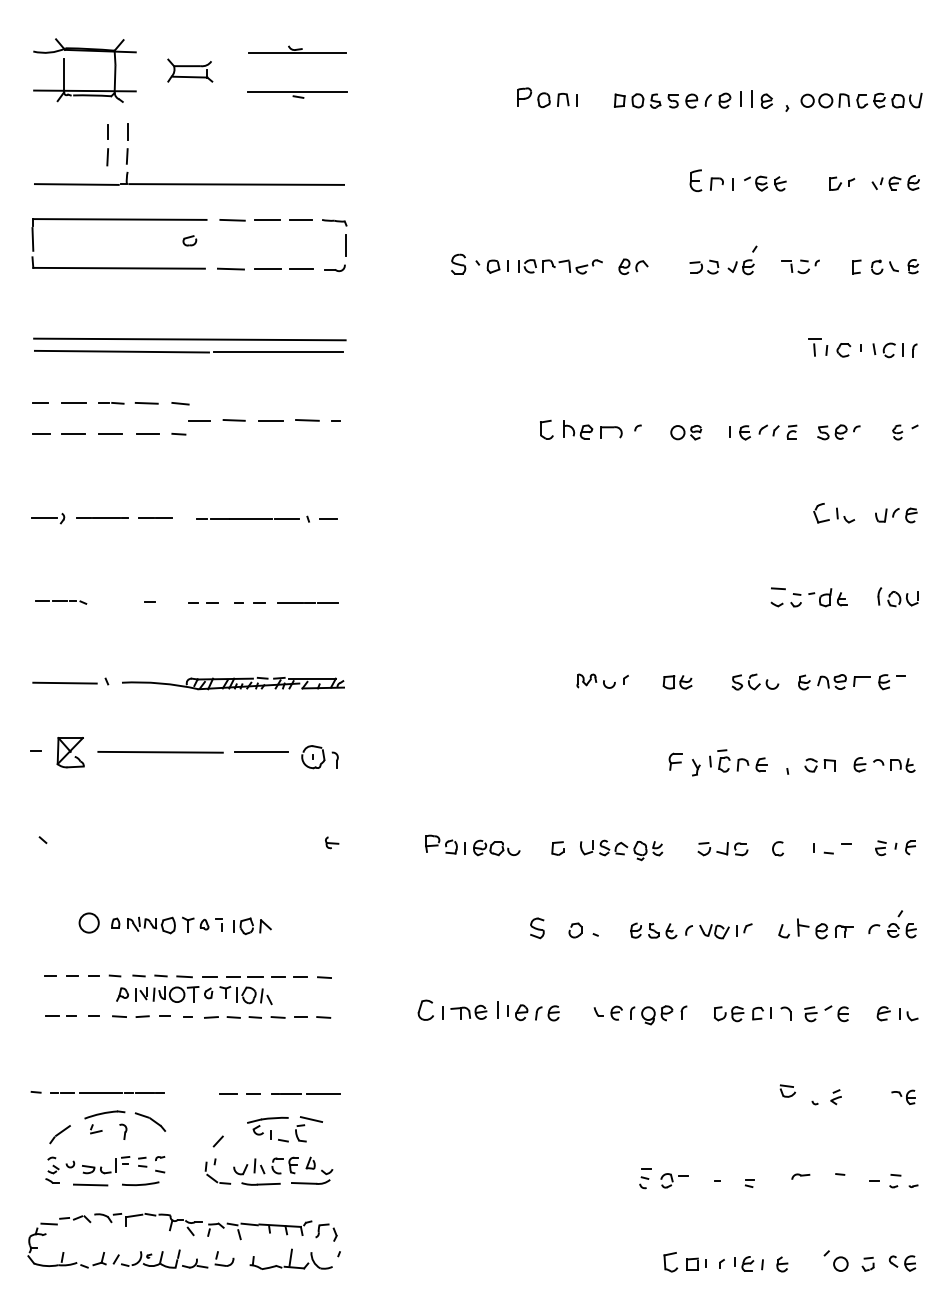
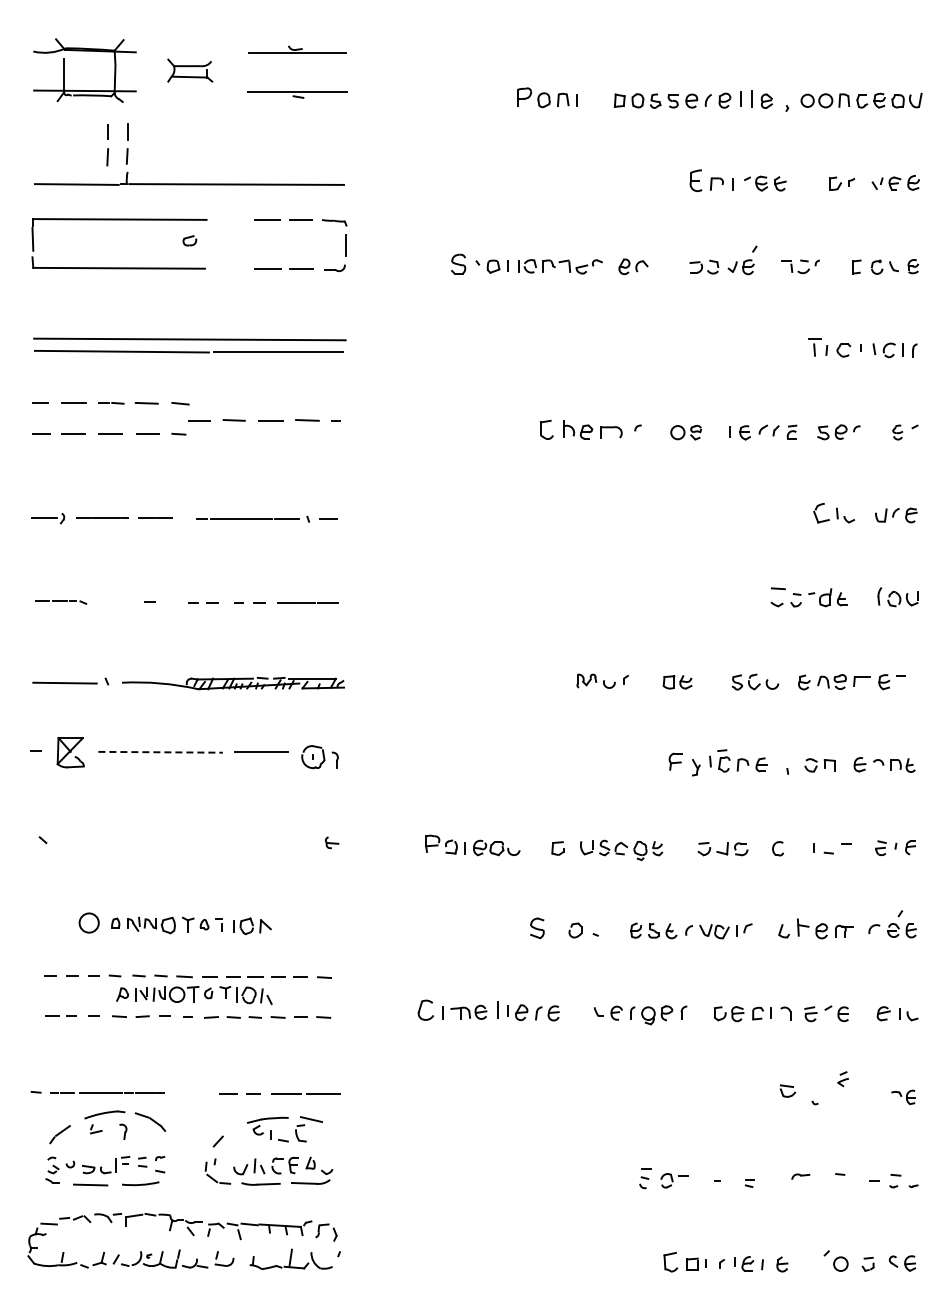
line at (232, 219): present -> none
line at (230, 268): present -> none
line at (161, 752): solid -> dashed
part at (835, 1097) position: (835, 1097) -> (842, 1079)
